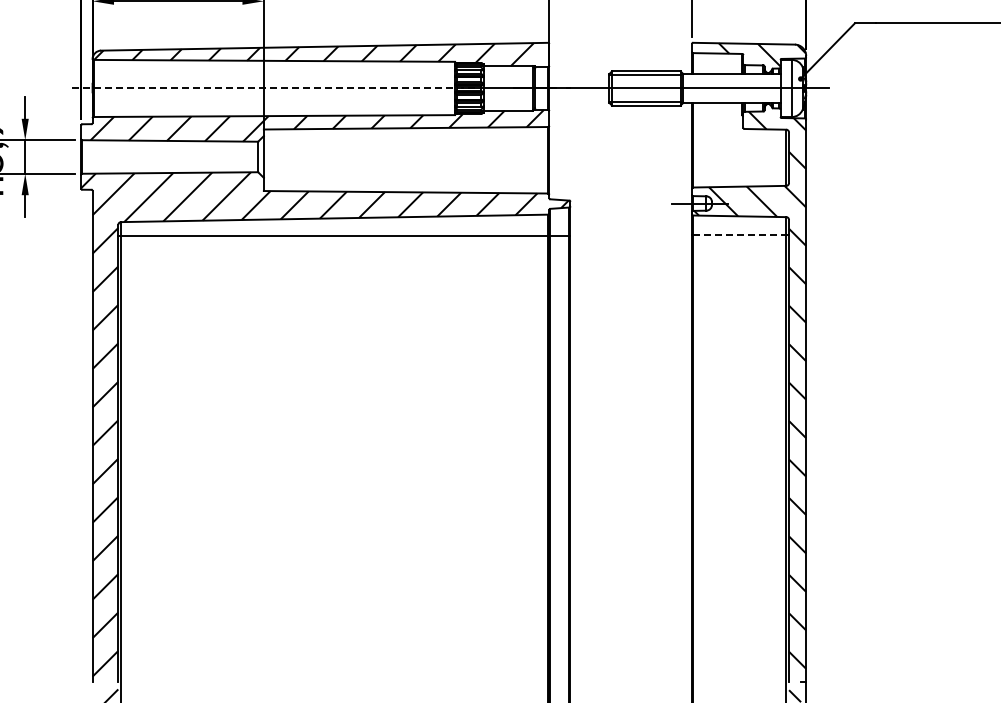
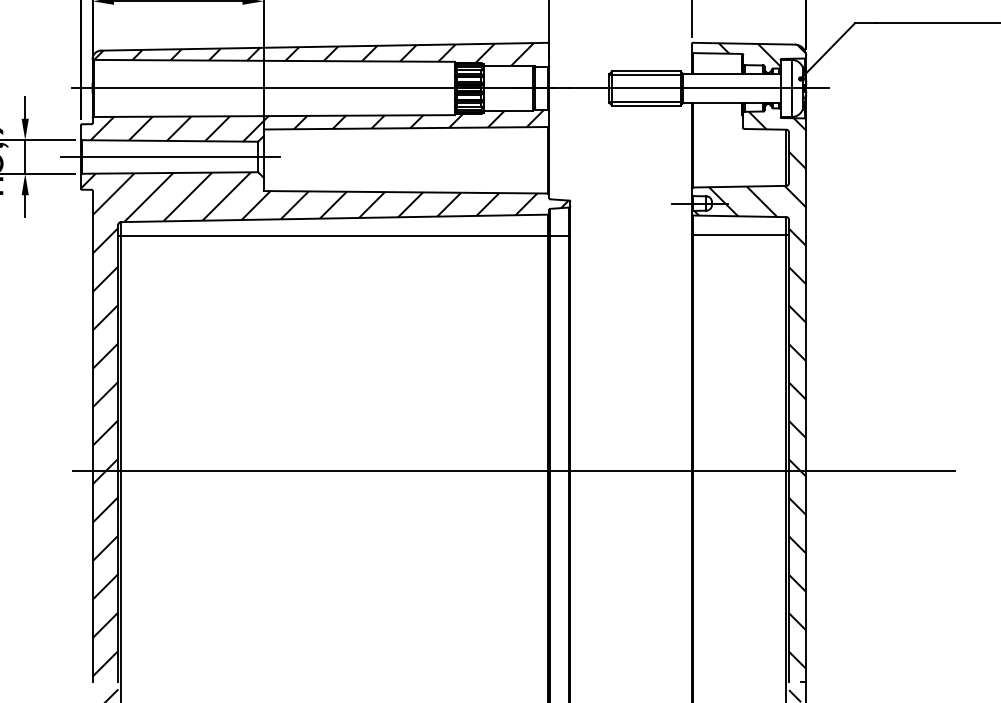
line at (274, 88): dashed -> solid
line at (169, 156): none -> present
line at (739, 235): dashed -> solid
line at (514, 470): none -> present
